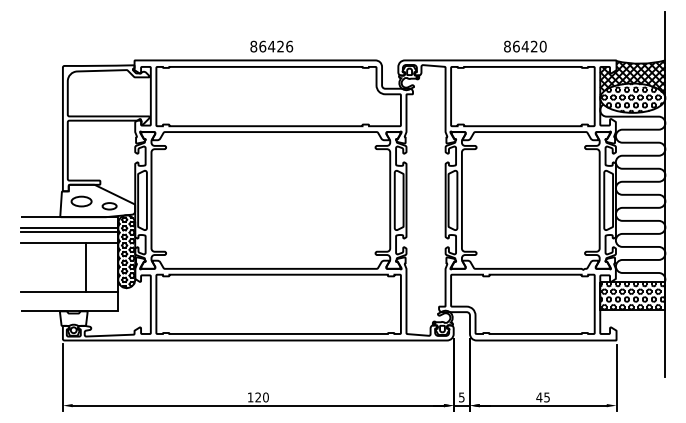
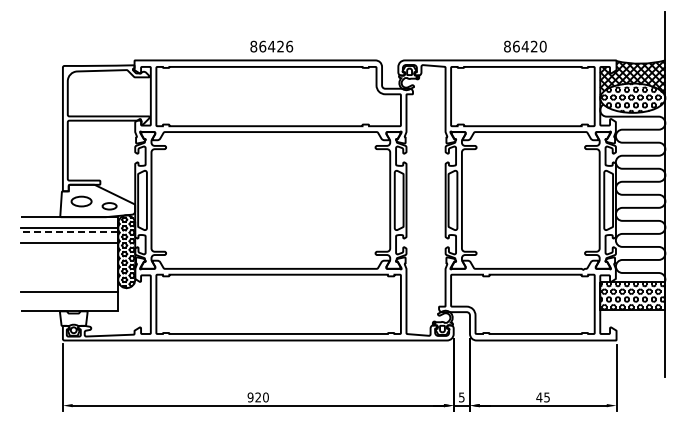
line at (69, 232): solid -> dashed
line at (85, 266): present -> none
text at (250, 397): 120 -> 920
